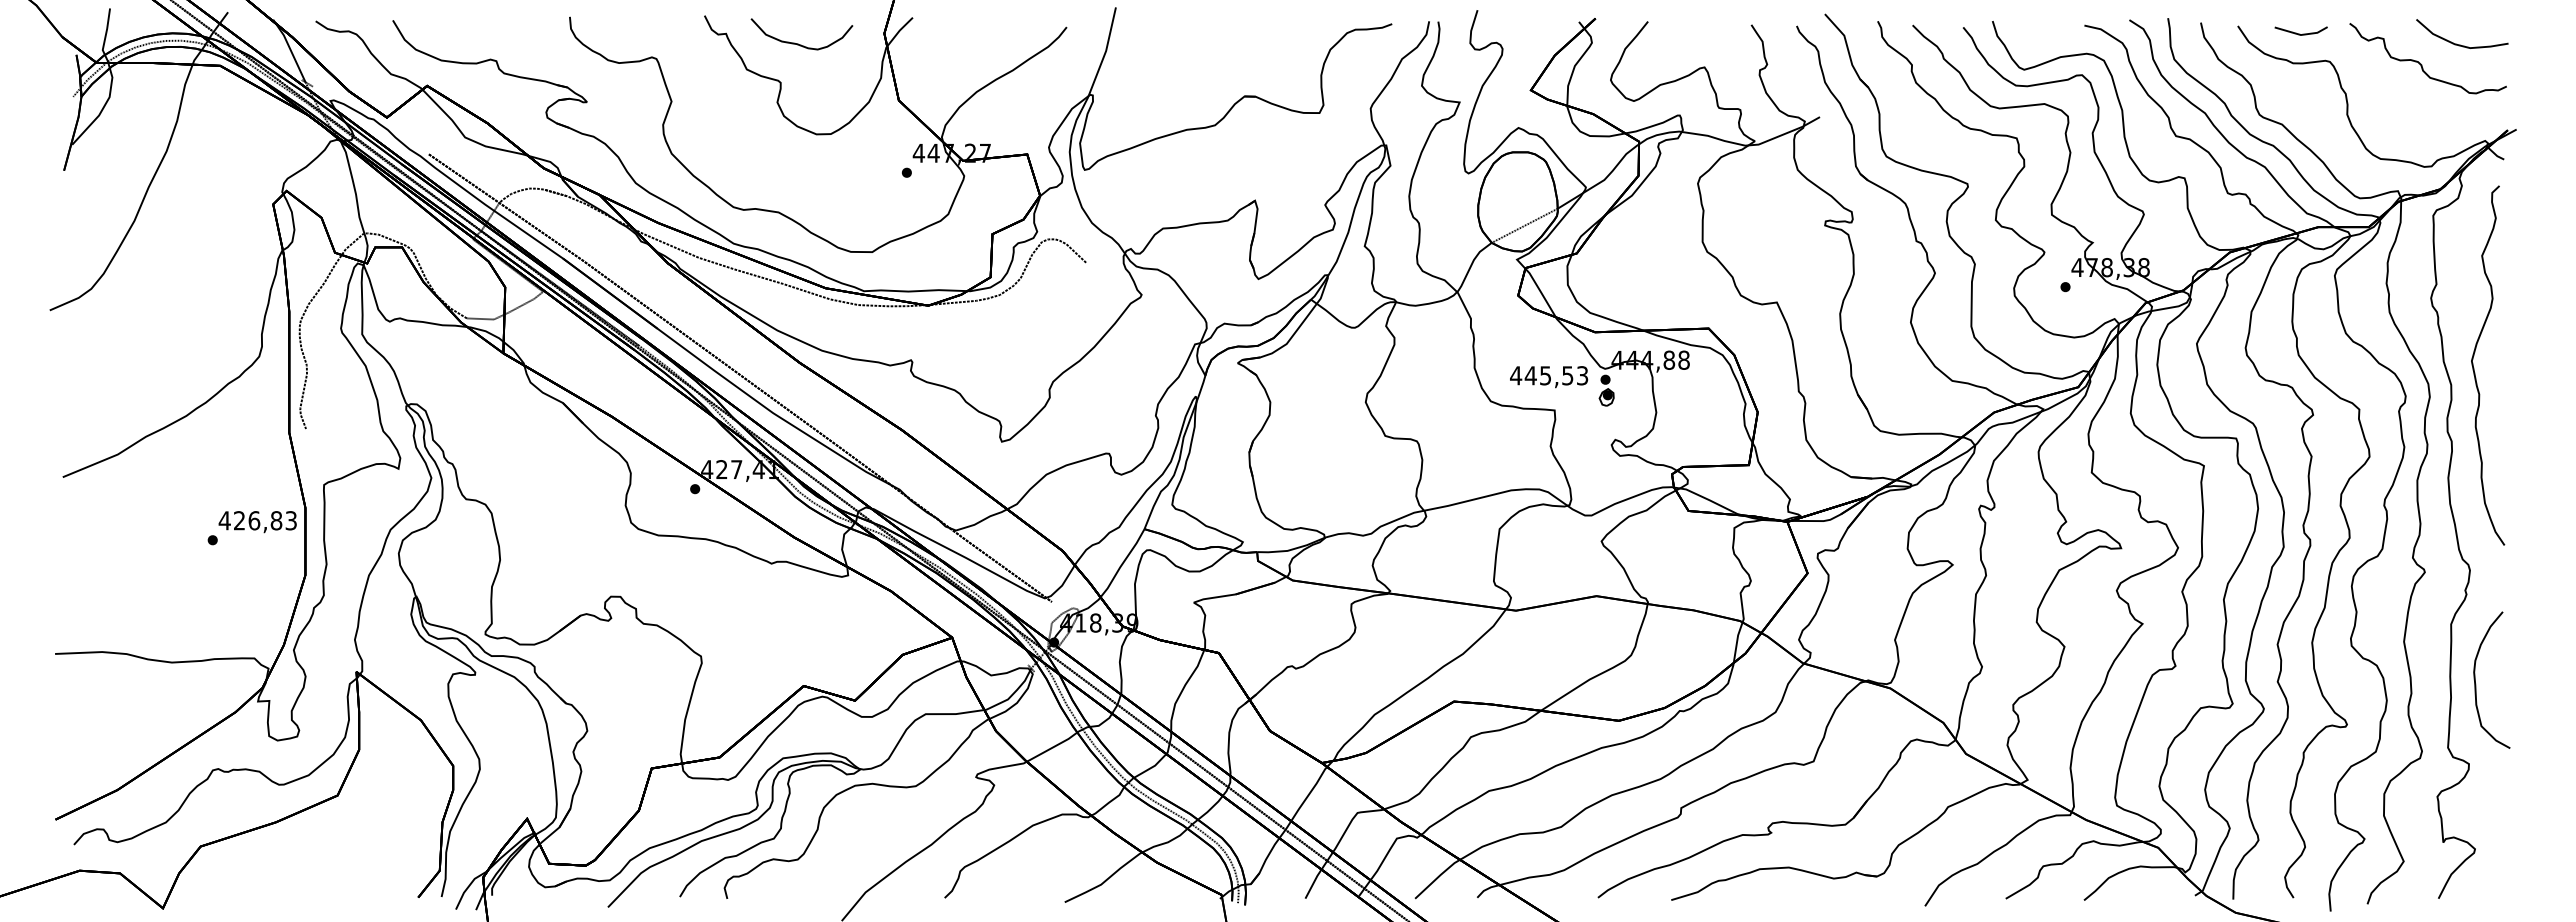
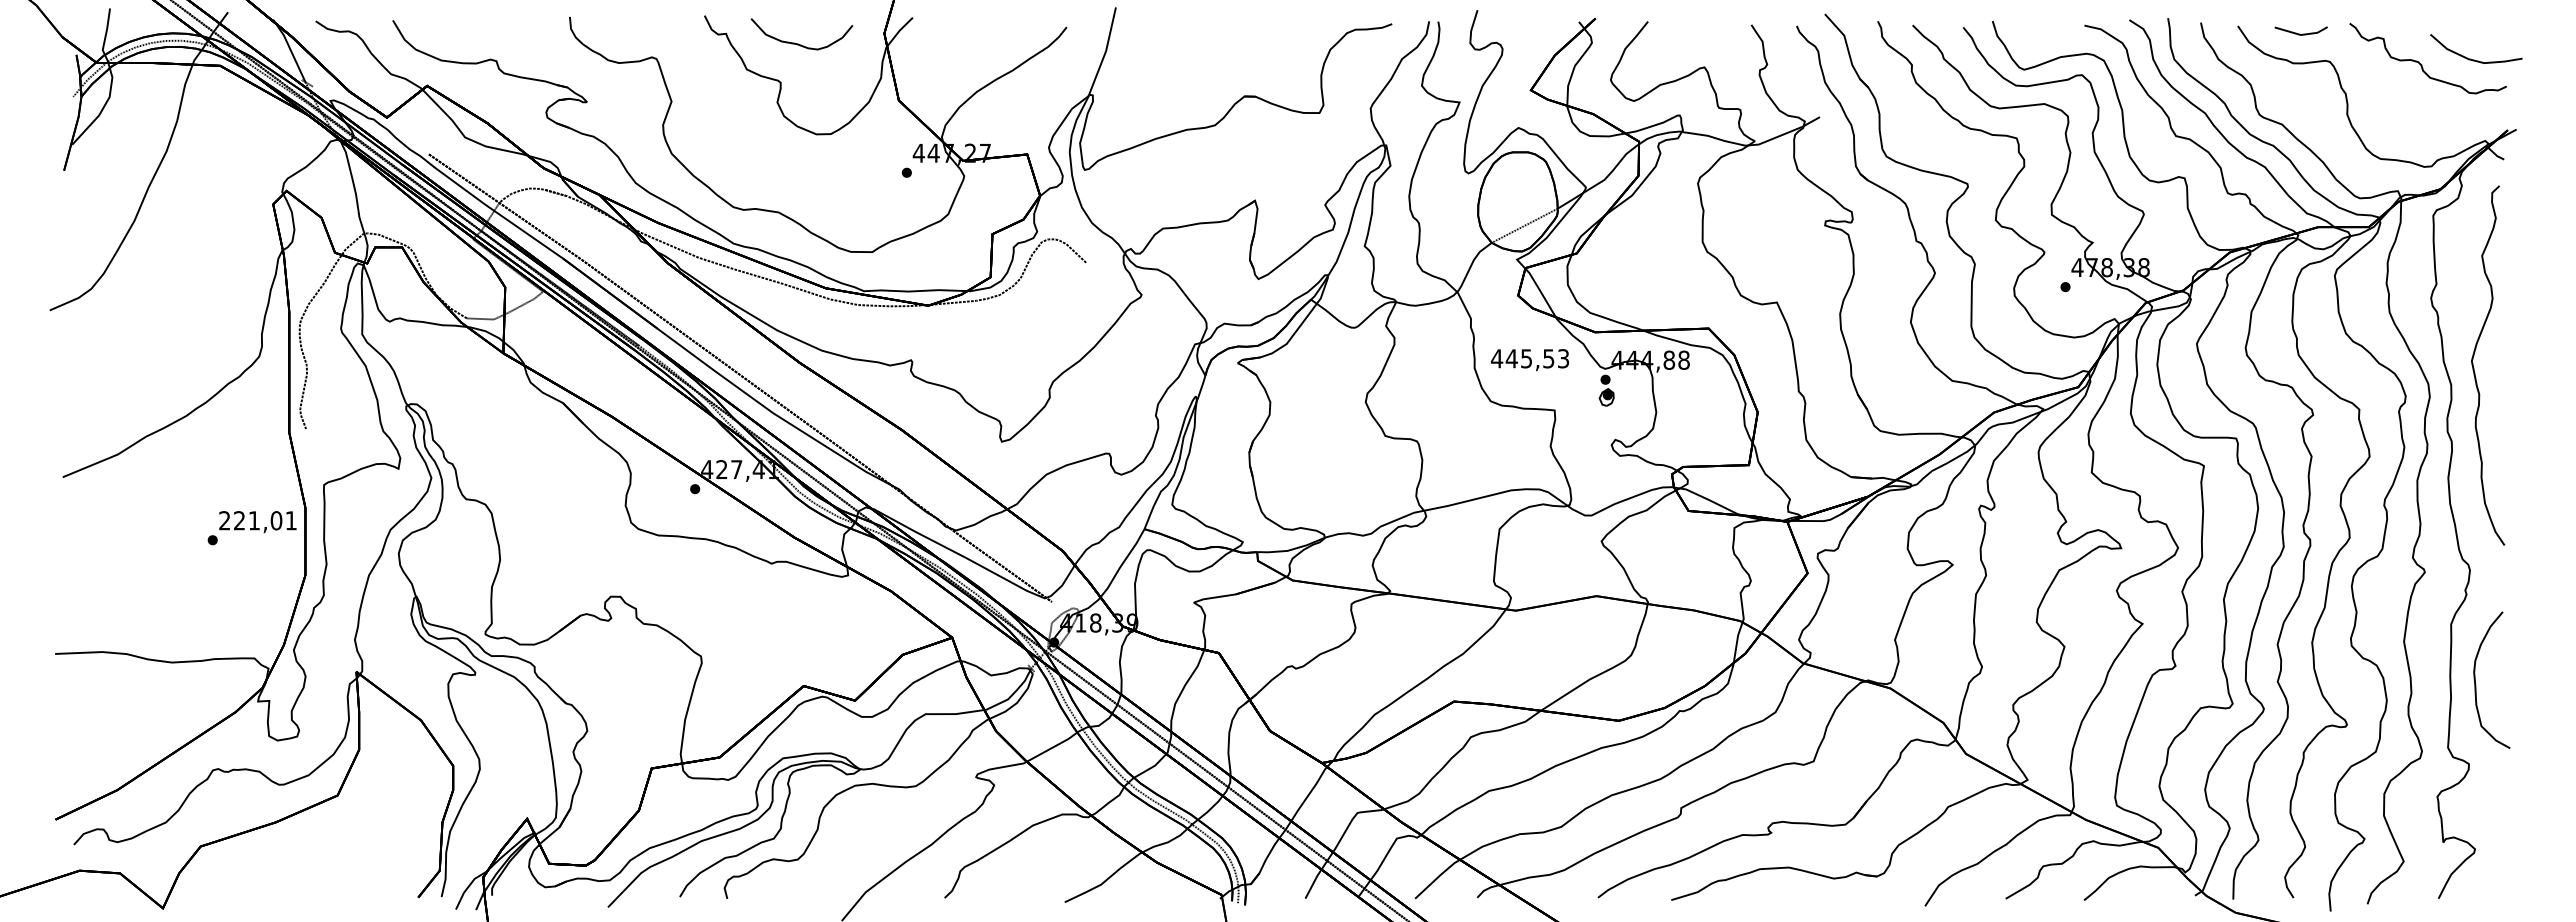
part at (2460, 44) position: (2460, 44) -> (2474, 59)
text at (1549, 377) position: (1549, 377) -> (1530, 360)
text at (257, 520): 426,83 -> 221,01
